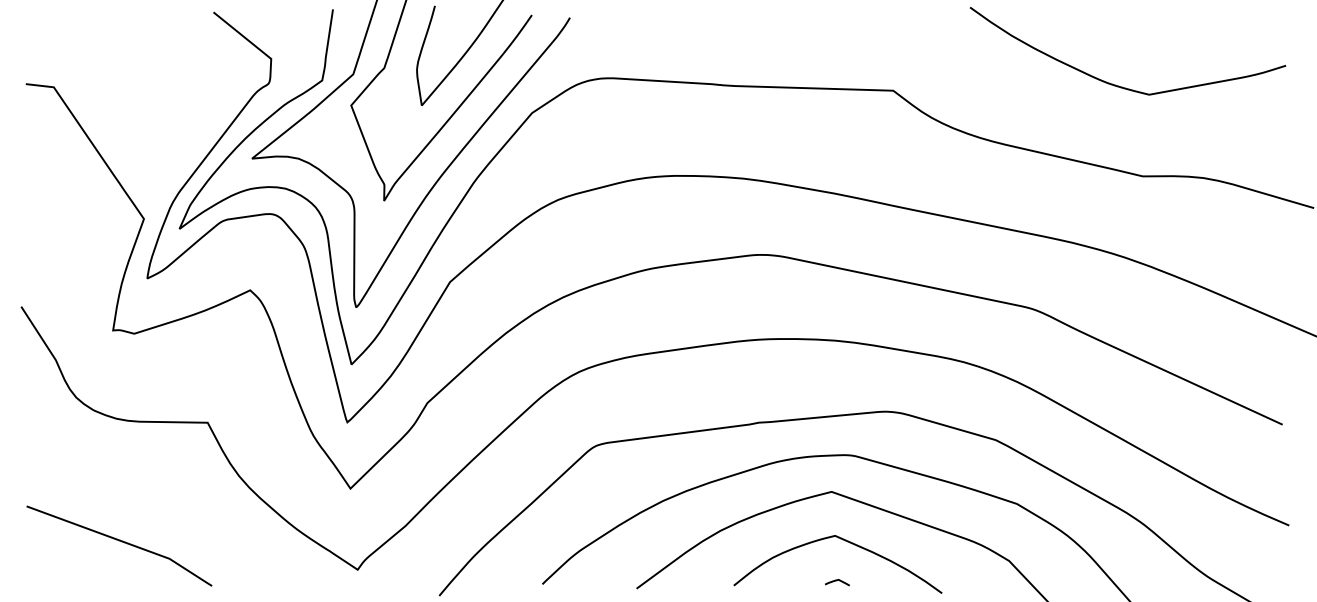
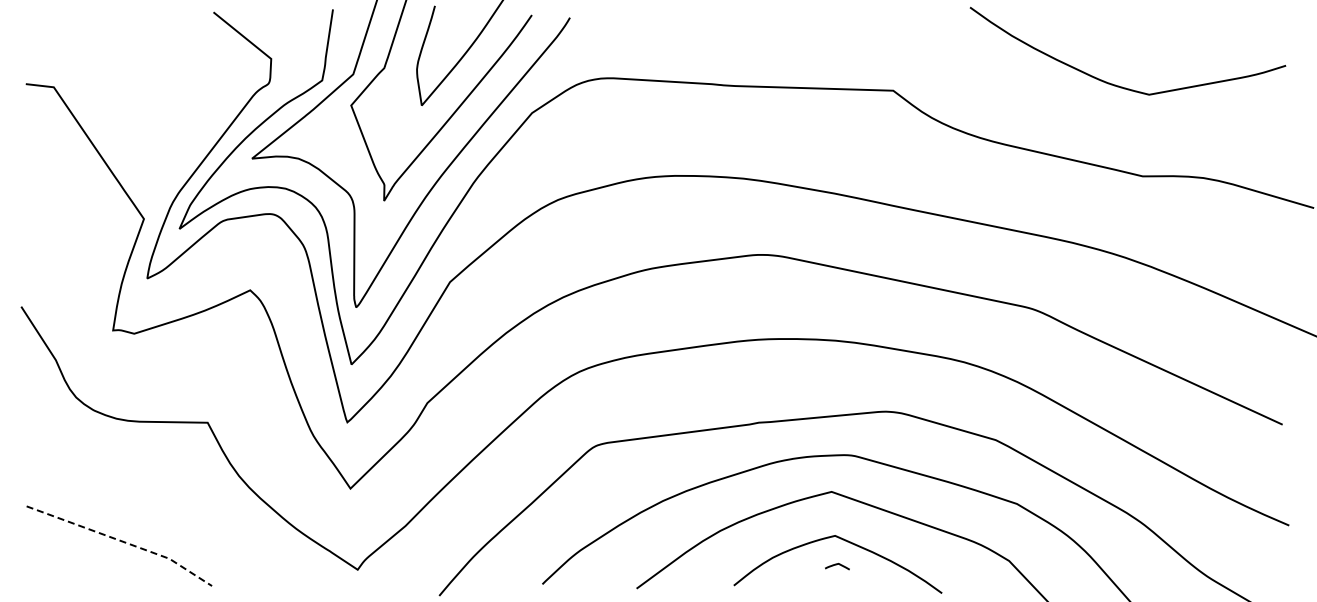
line at (122, 541): solid -> dashed
curve at (836, 581) position: (836, 581) -> (836, 565)
